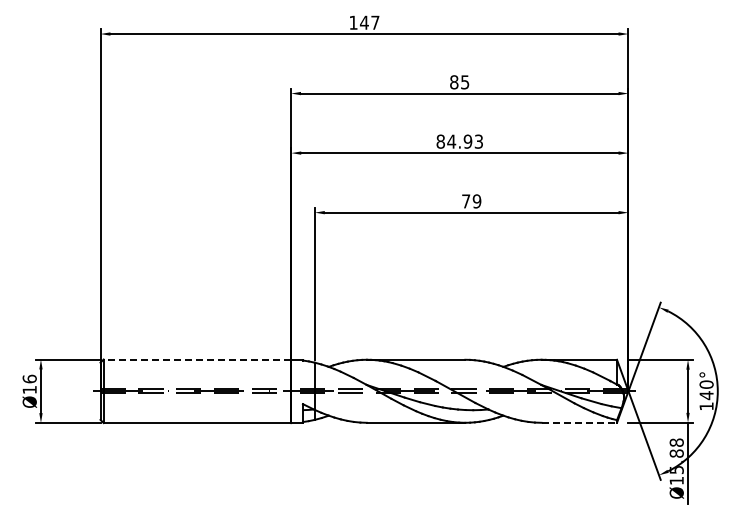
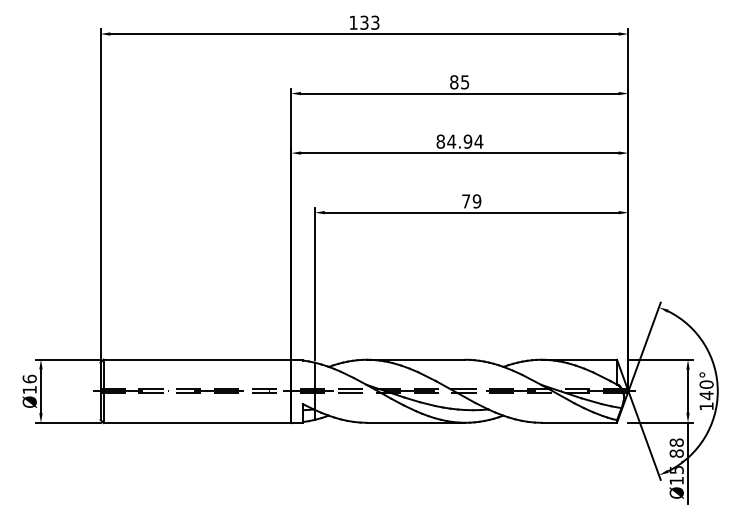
text at (369, 22): 147 -> 133
text at (478, 141): 84.93 -> 84.94
line at (197, 359): dashed -> solid
line at (579, 422): dashed -> solid
